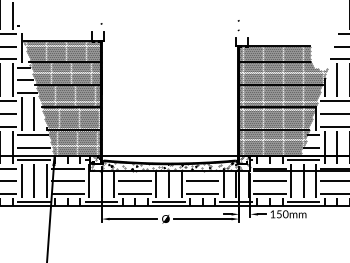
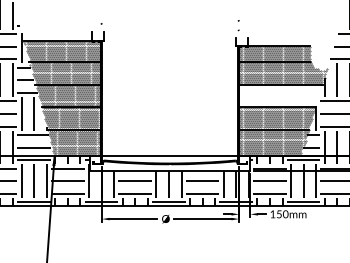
hatch at (280, 95): present -> none
hatch at (169, 163): present -> none
